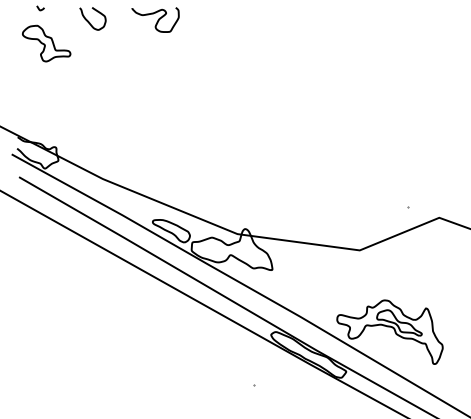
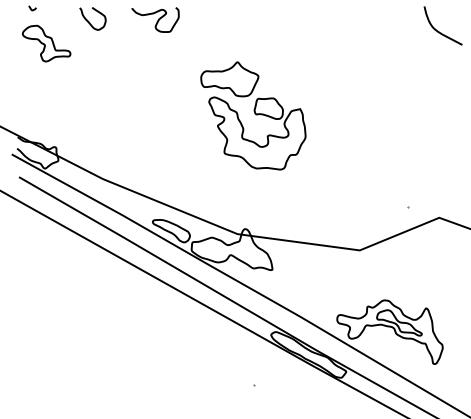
curve at (39, 8) position: (39, 8) -> (31, 8)
curve at (438, 30): none -> present
part at (253, 115): none -> present
